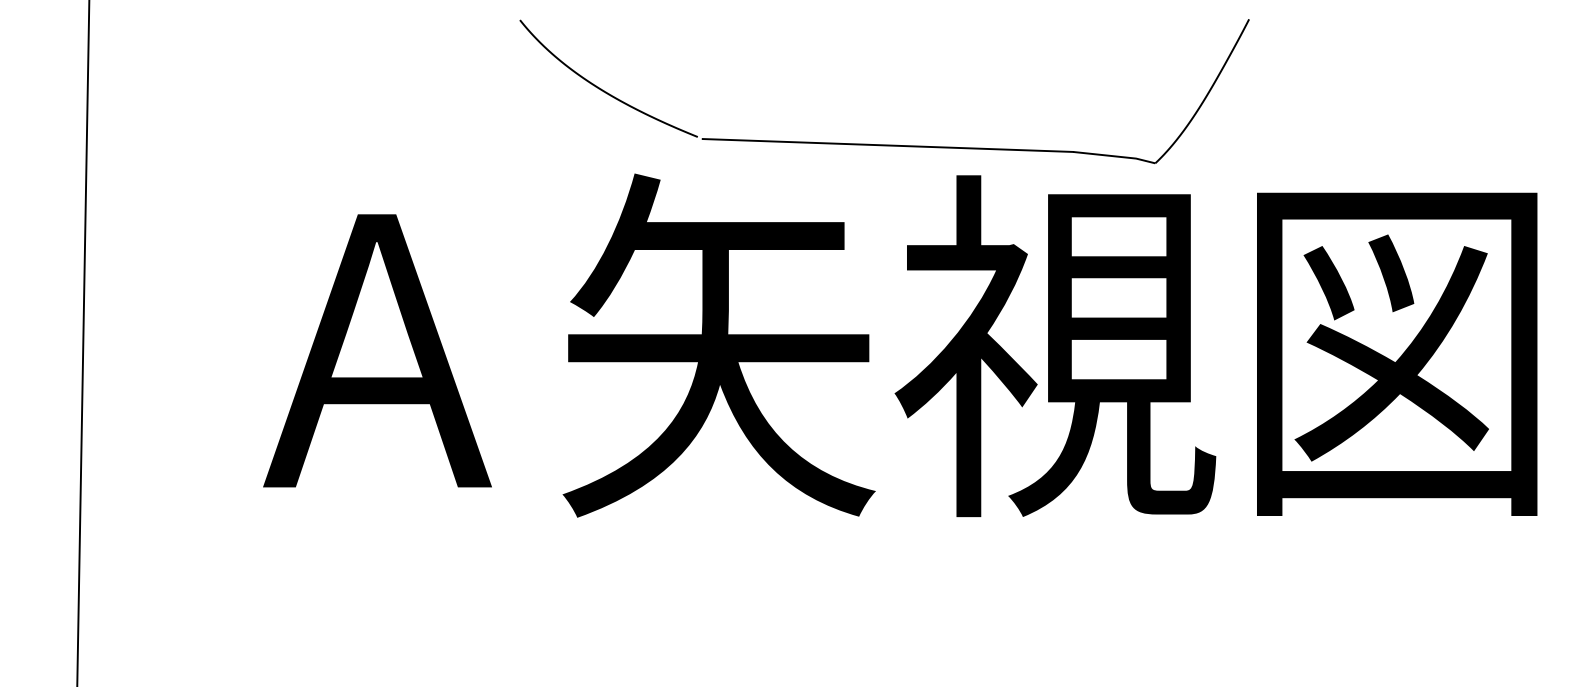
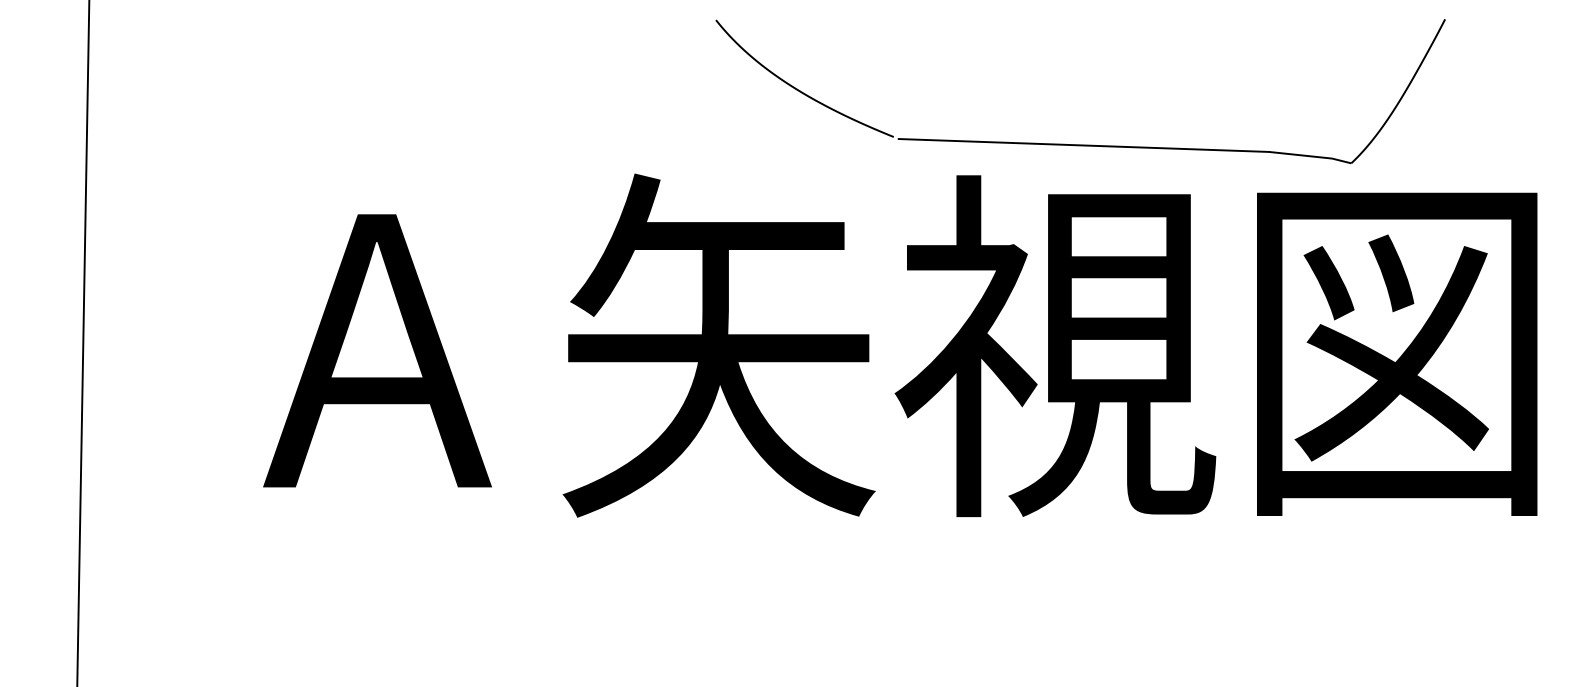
part at (884, 144) position: (884, 144) -> (1080, 144)
